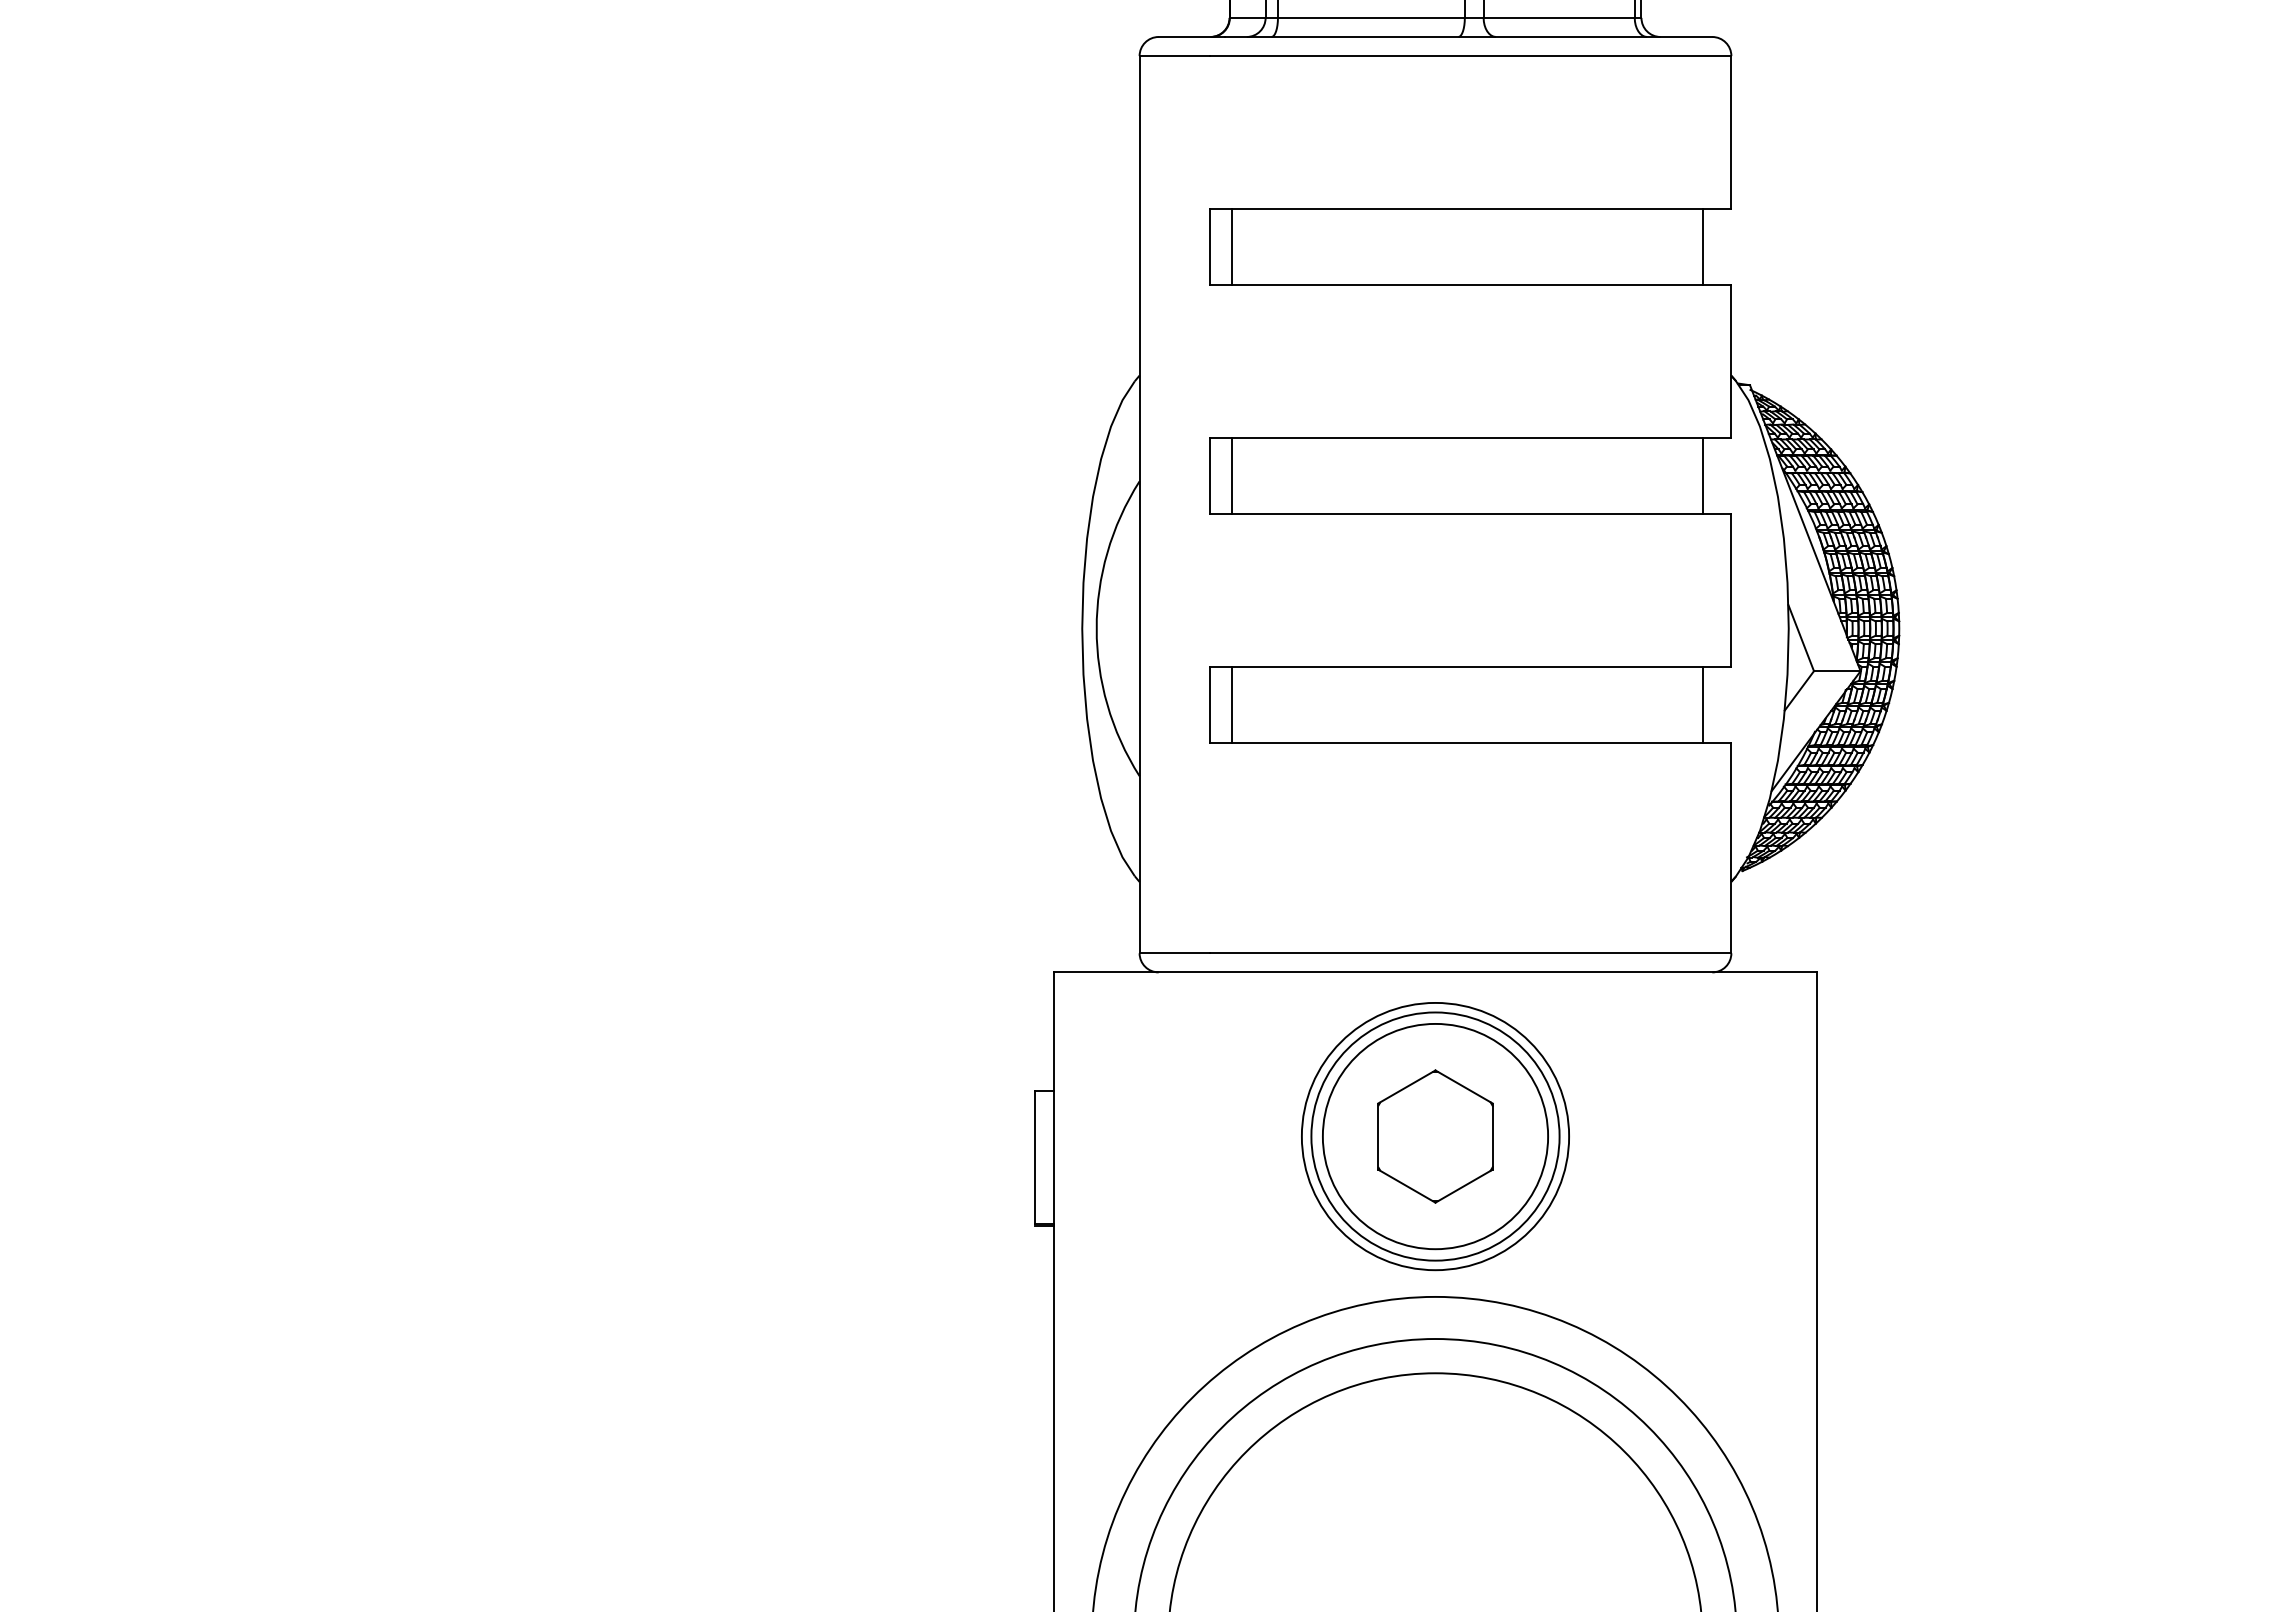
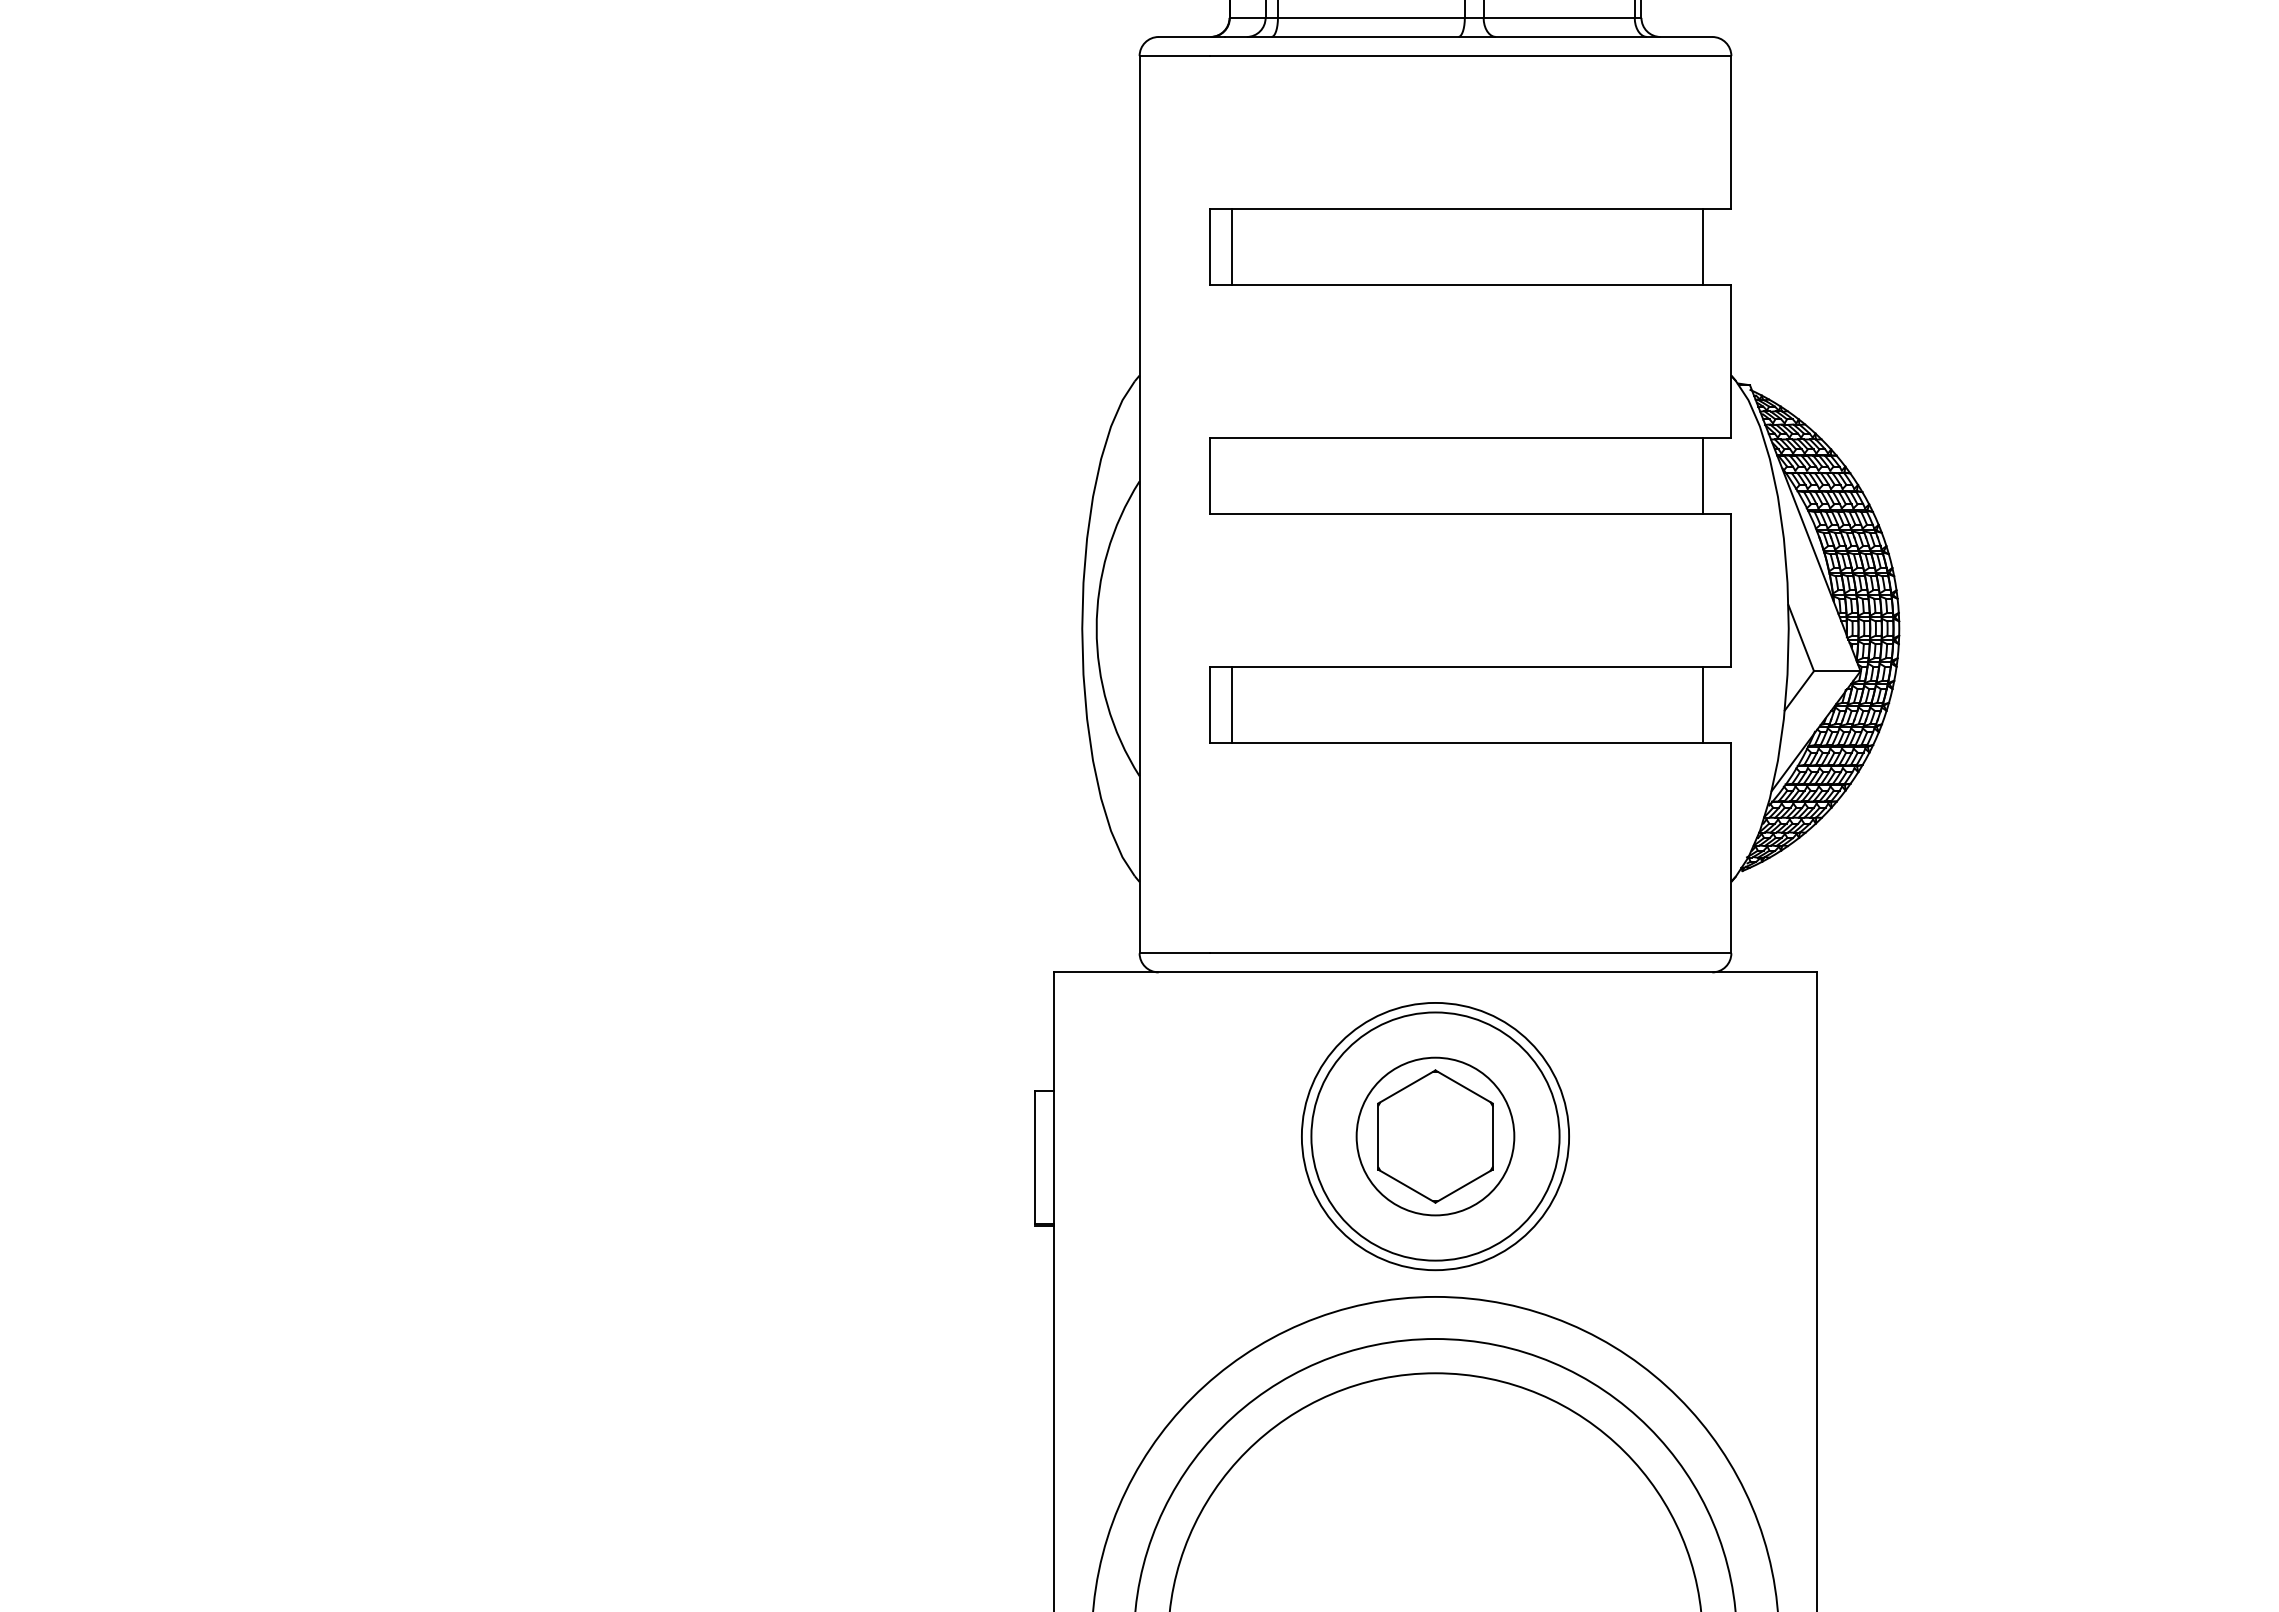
line at (1231, 475): present -> none
circle at (1435, 1136) diameter: 225 px -> 158 px
